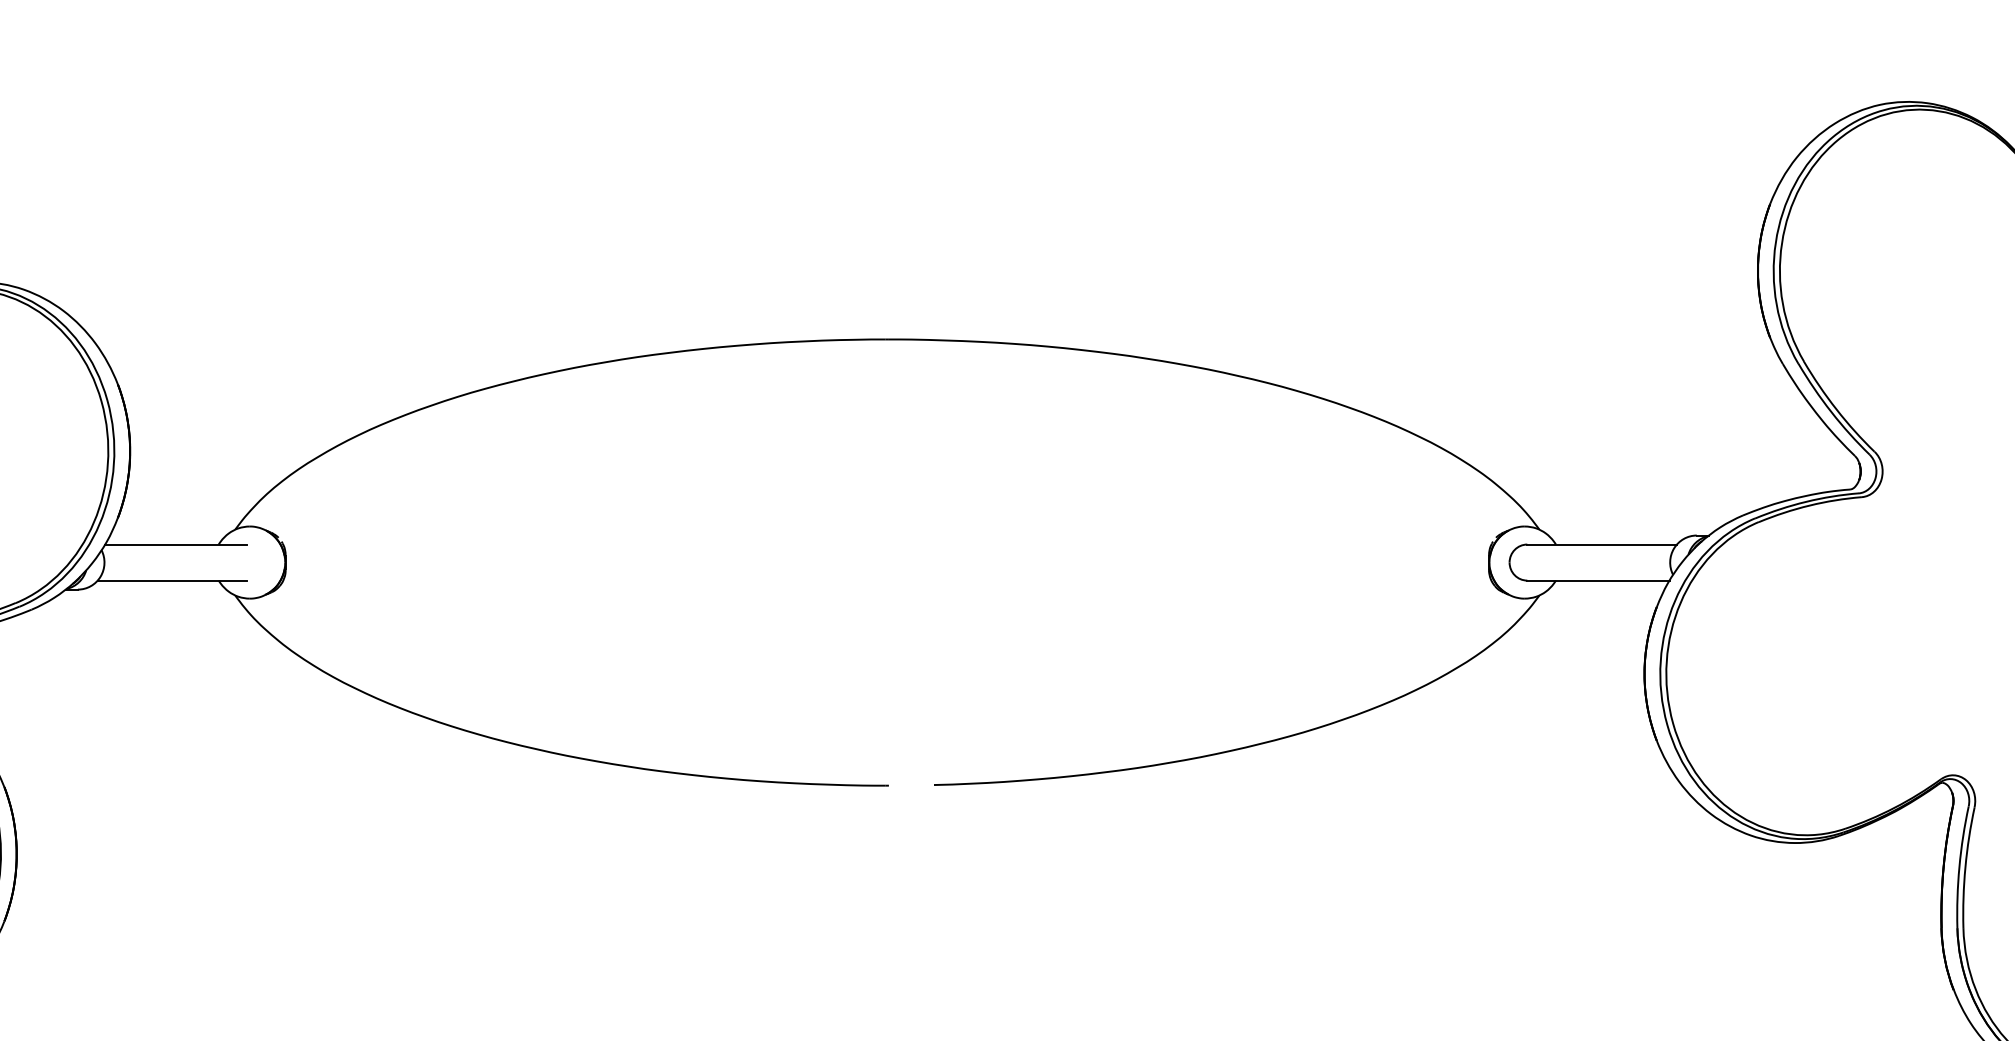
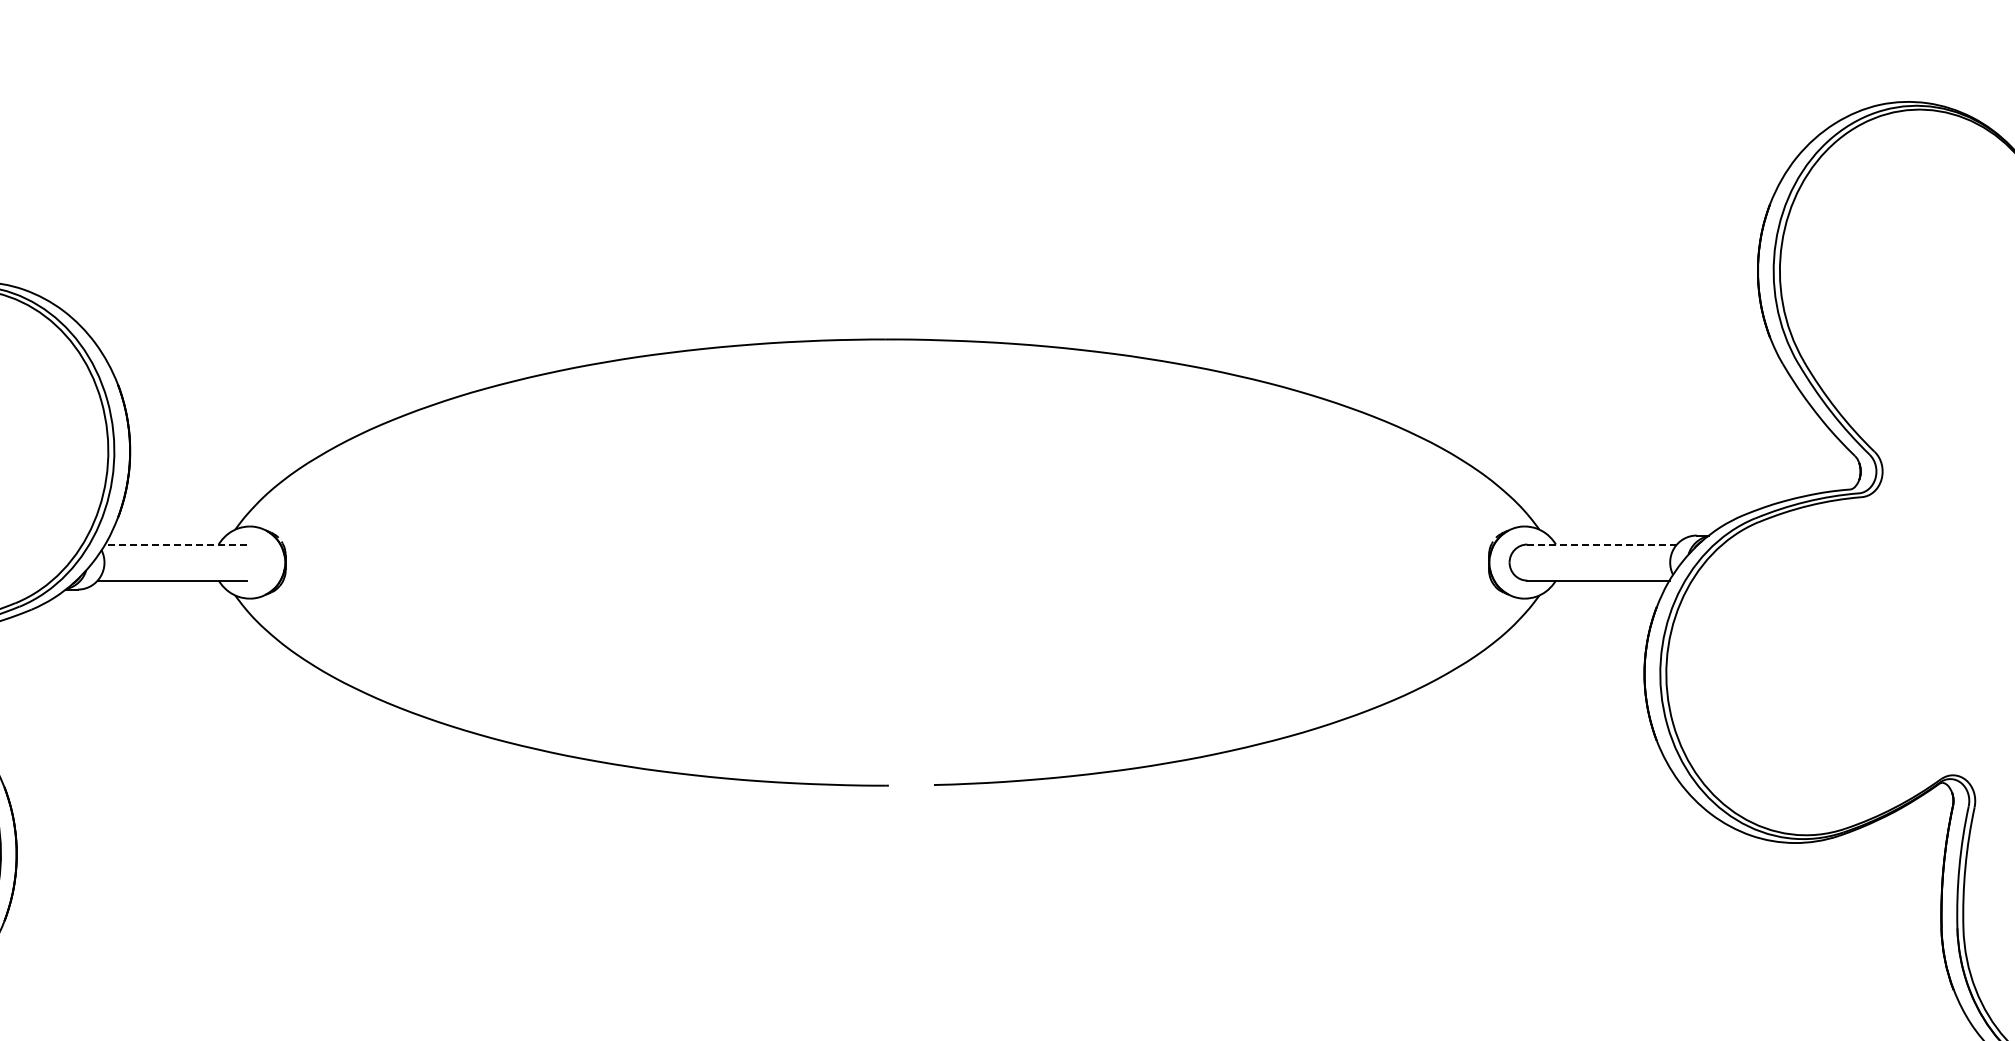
line at (175, 544): solid -> dashed
line at (1602, 544): solid -> dashed
